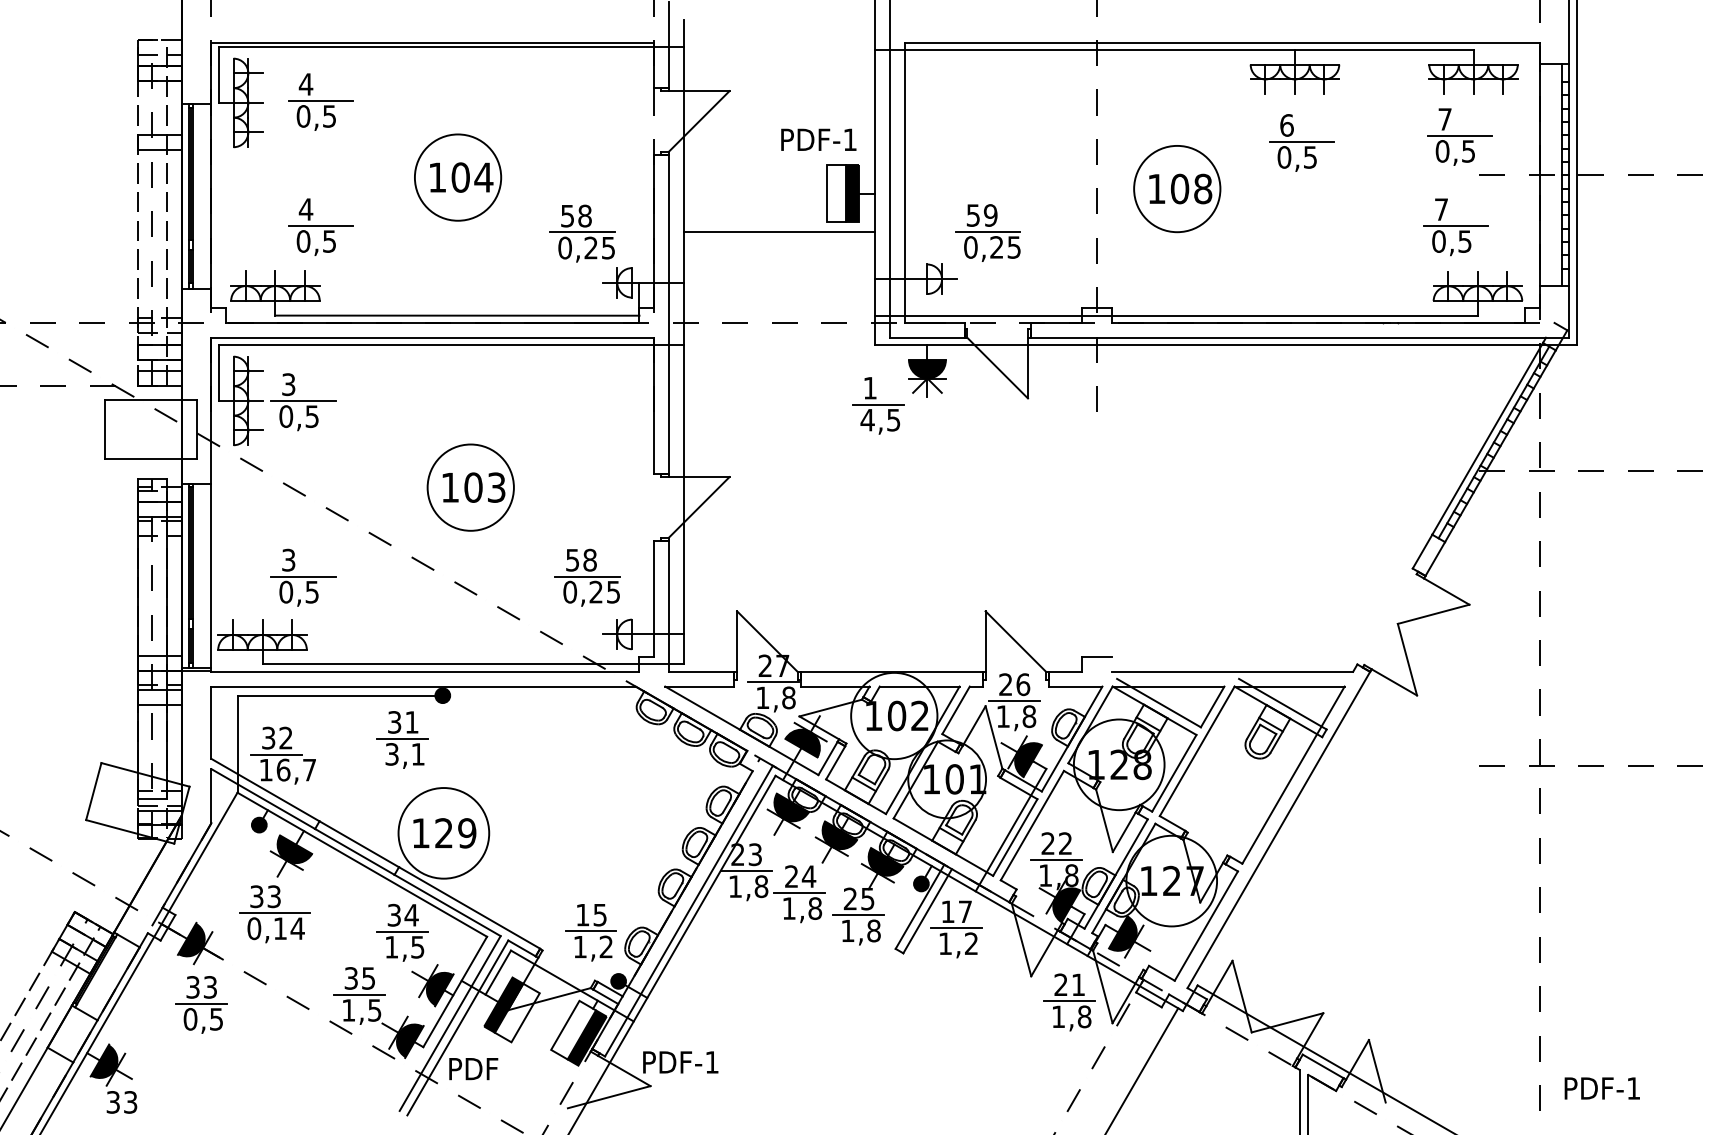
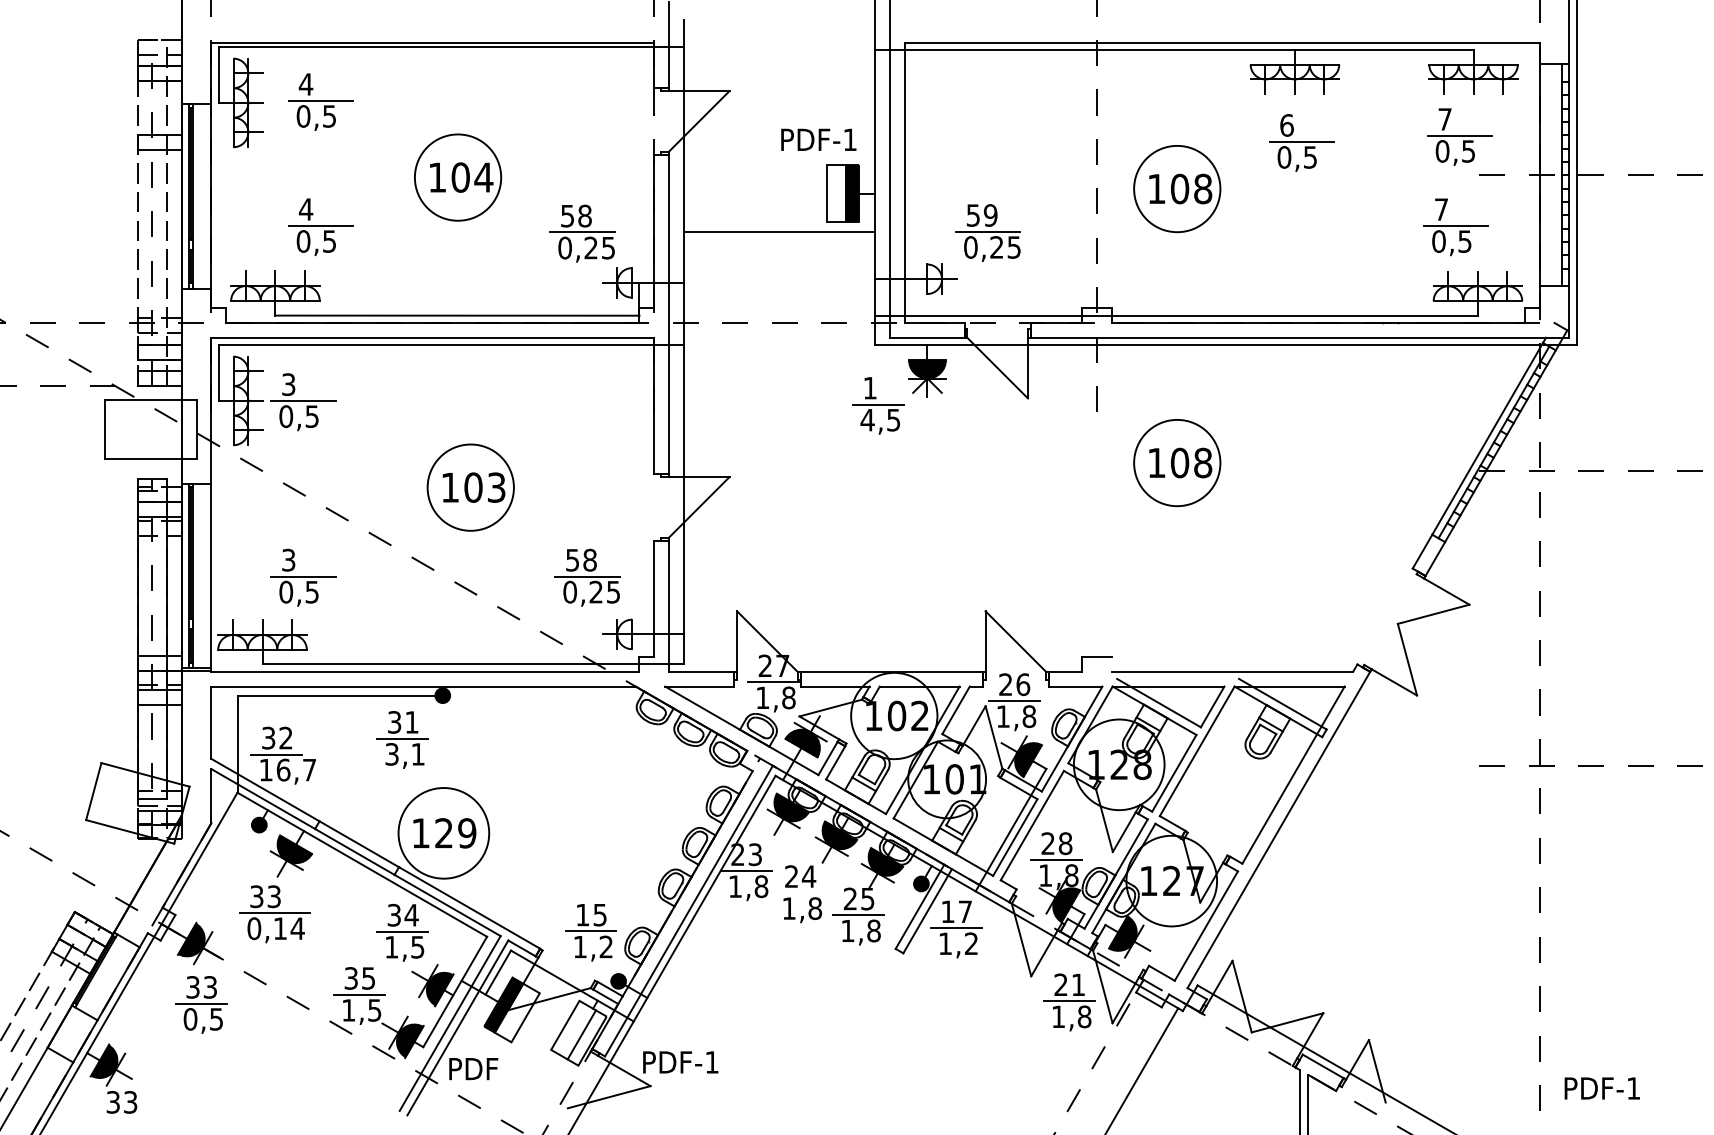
part at (1177, 463): none -> present
text at (1065, 843): 22 -> 28
line at (799, 893): present -> none
fill at (586, 1037): present -> none
